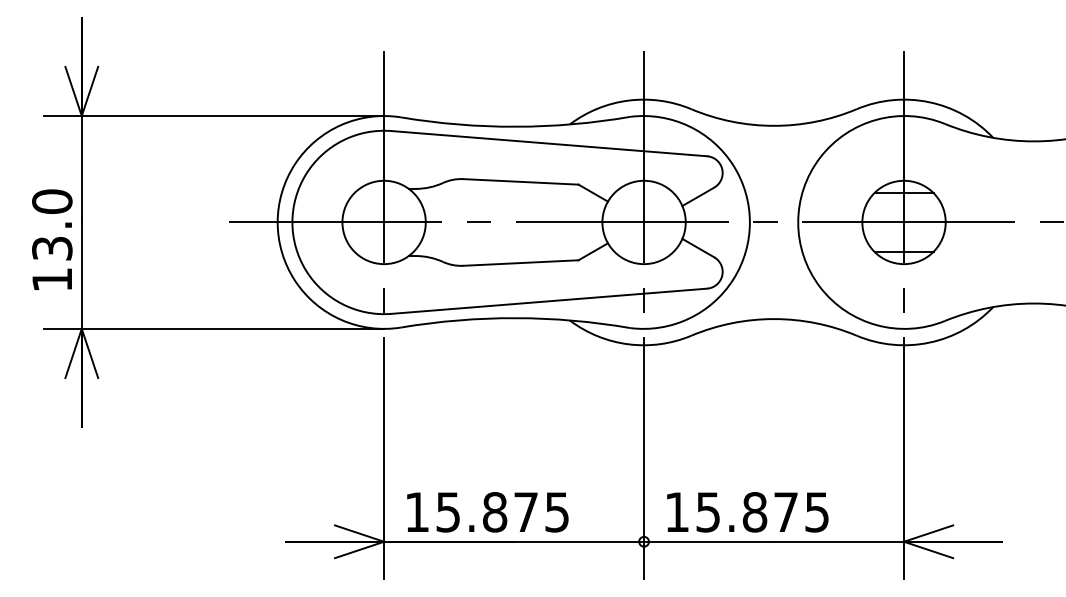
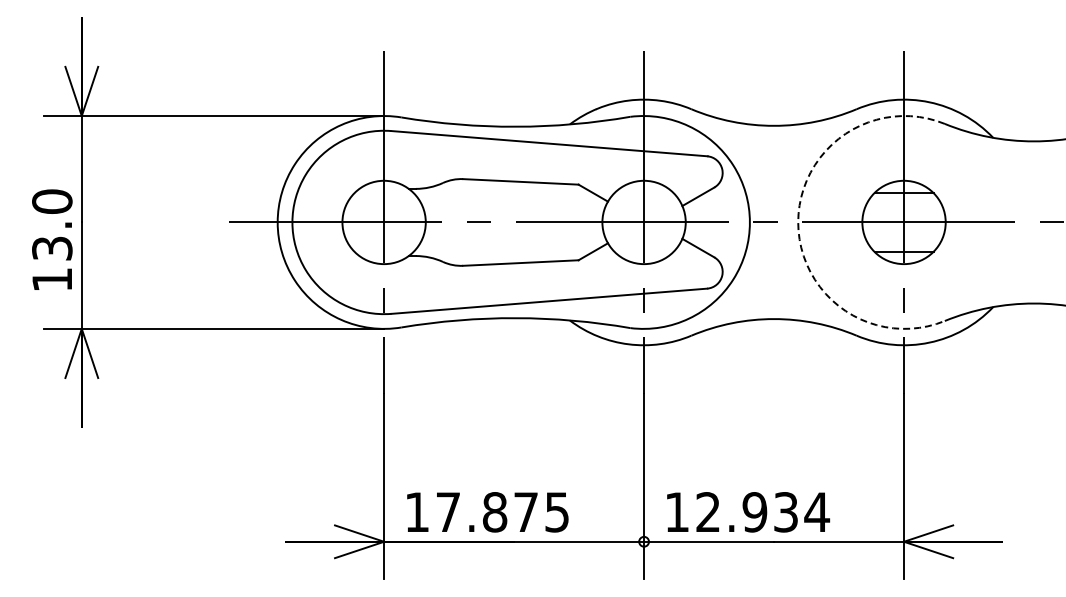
arc at (798, 222): solid -> dashed
text at (447, 512): 15.875 -> 17.875
text at (763, 512): 15.875 -> 12.934
